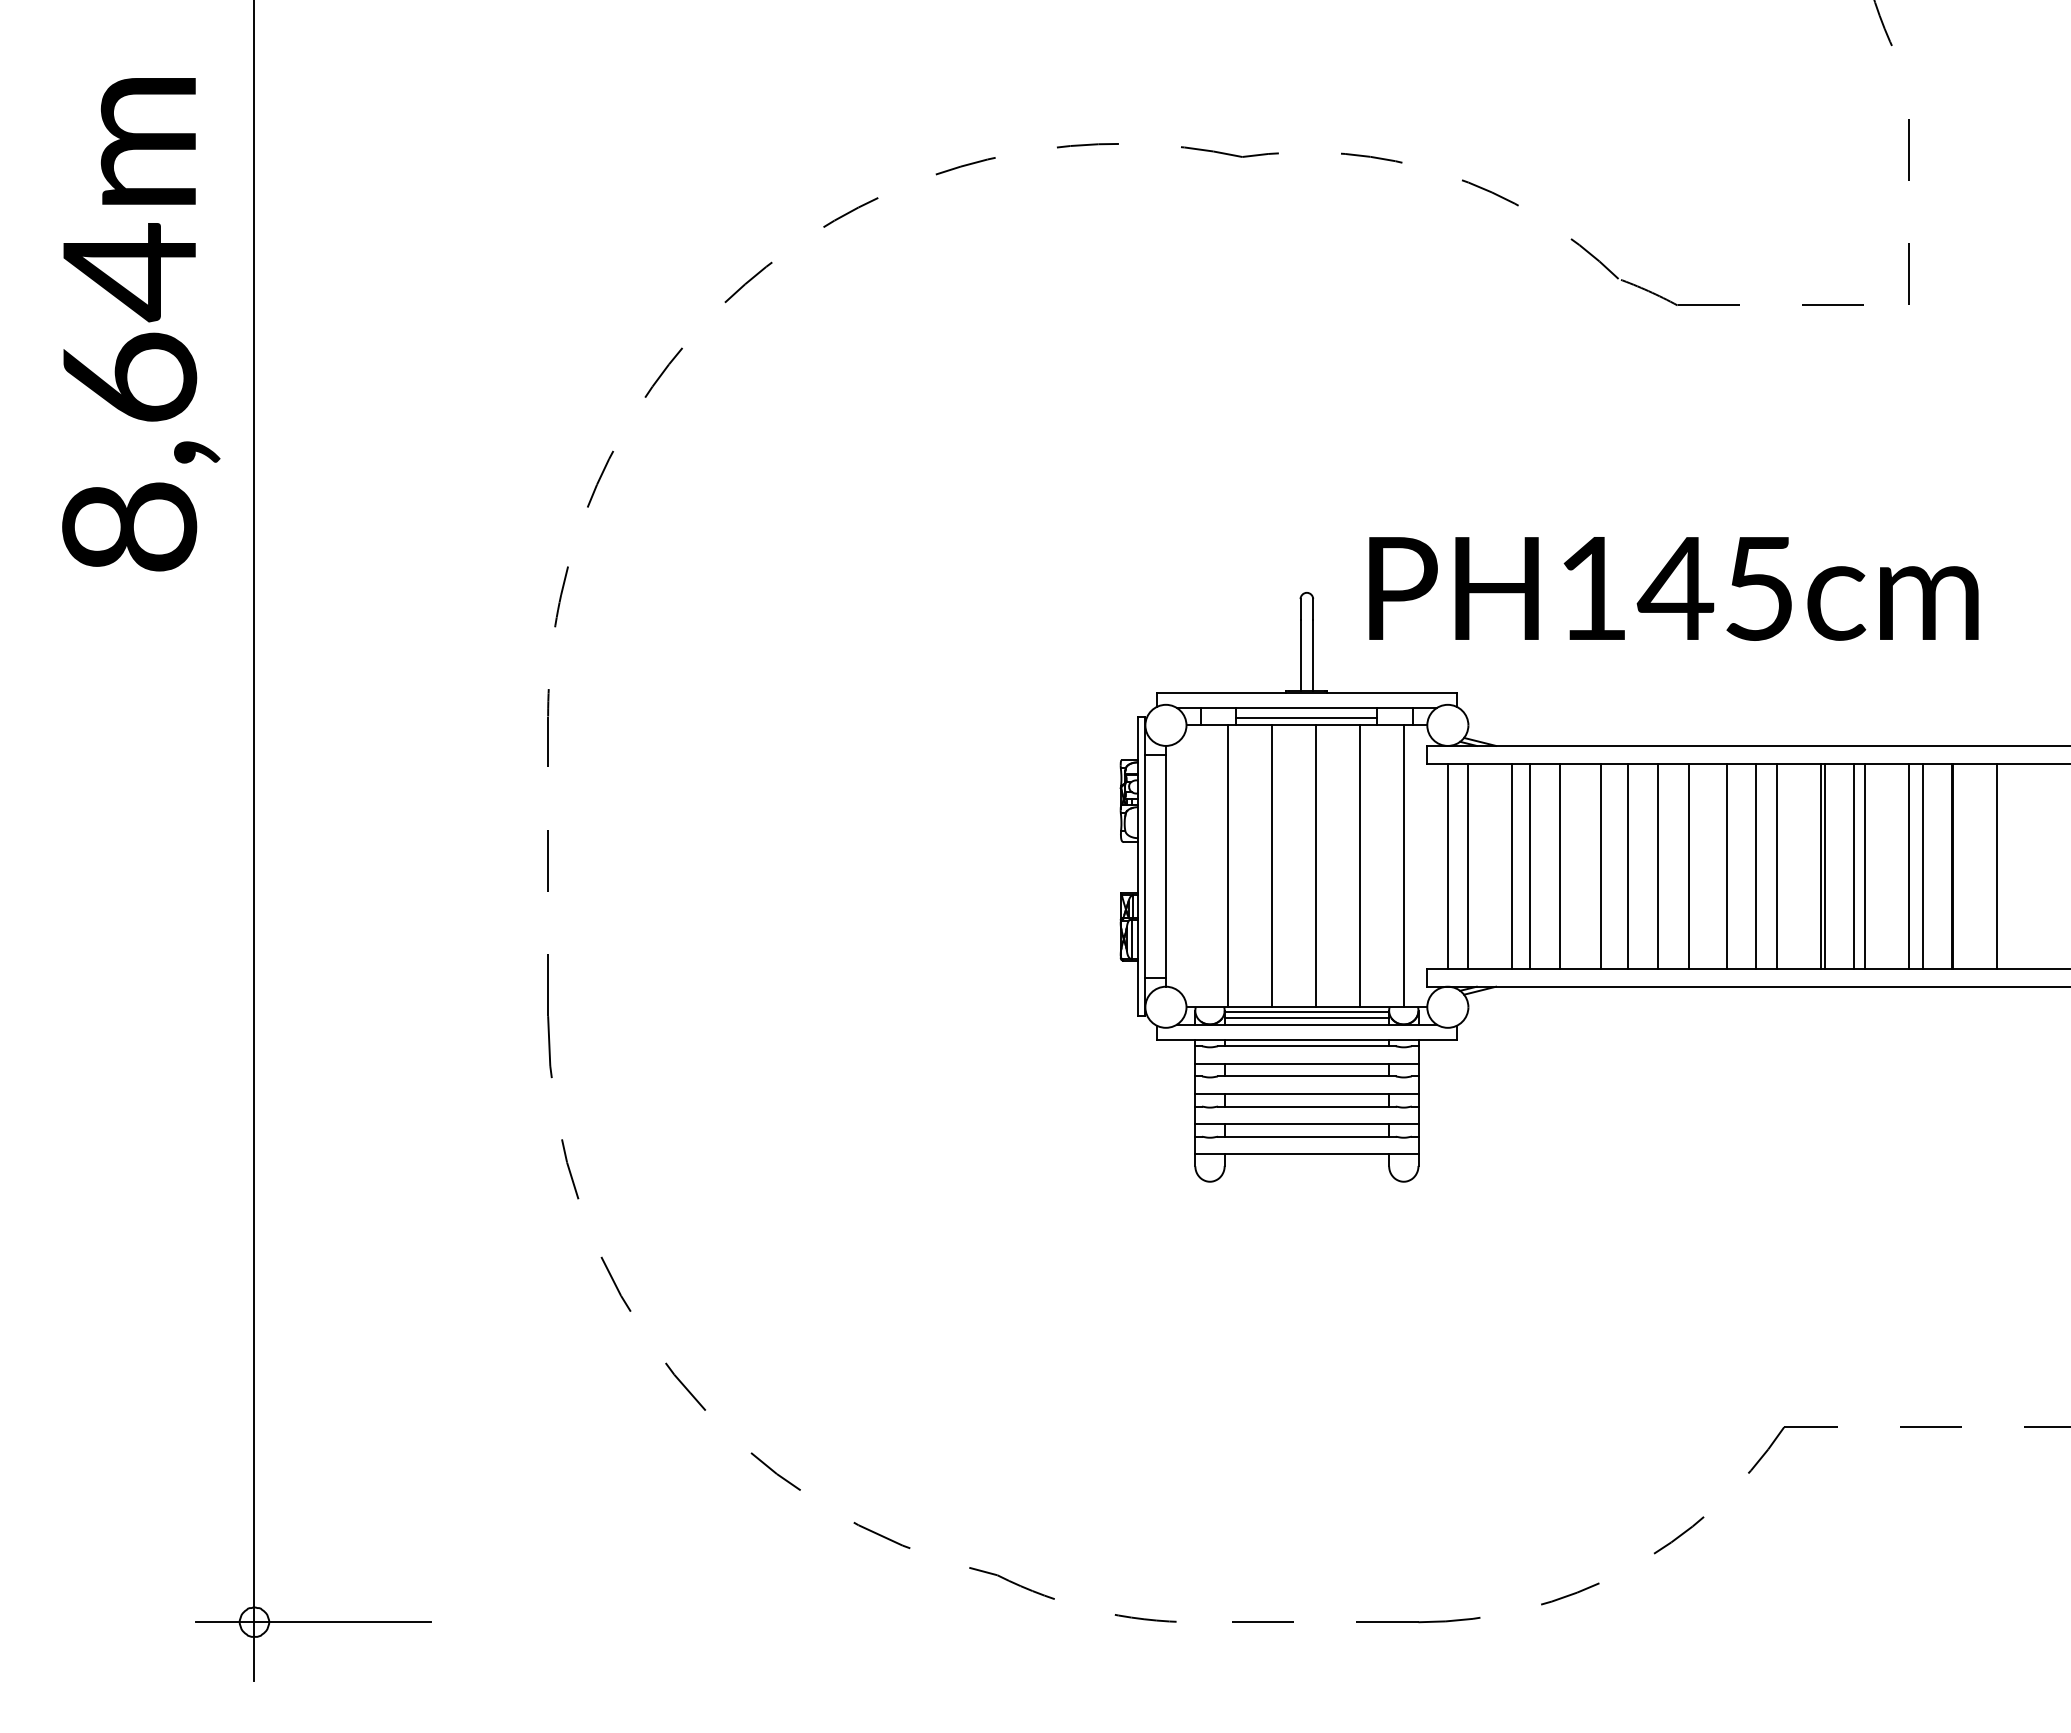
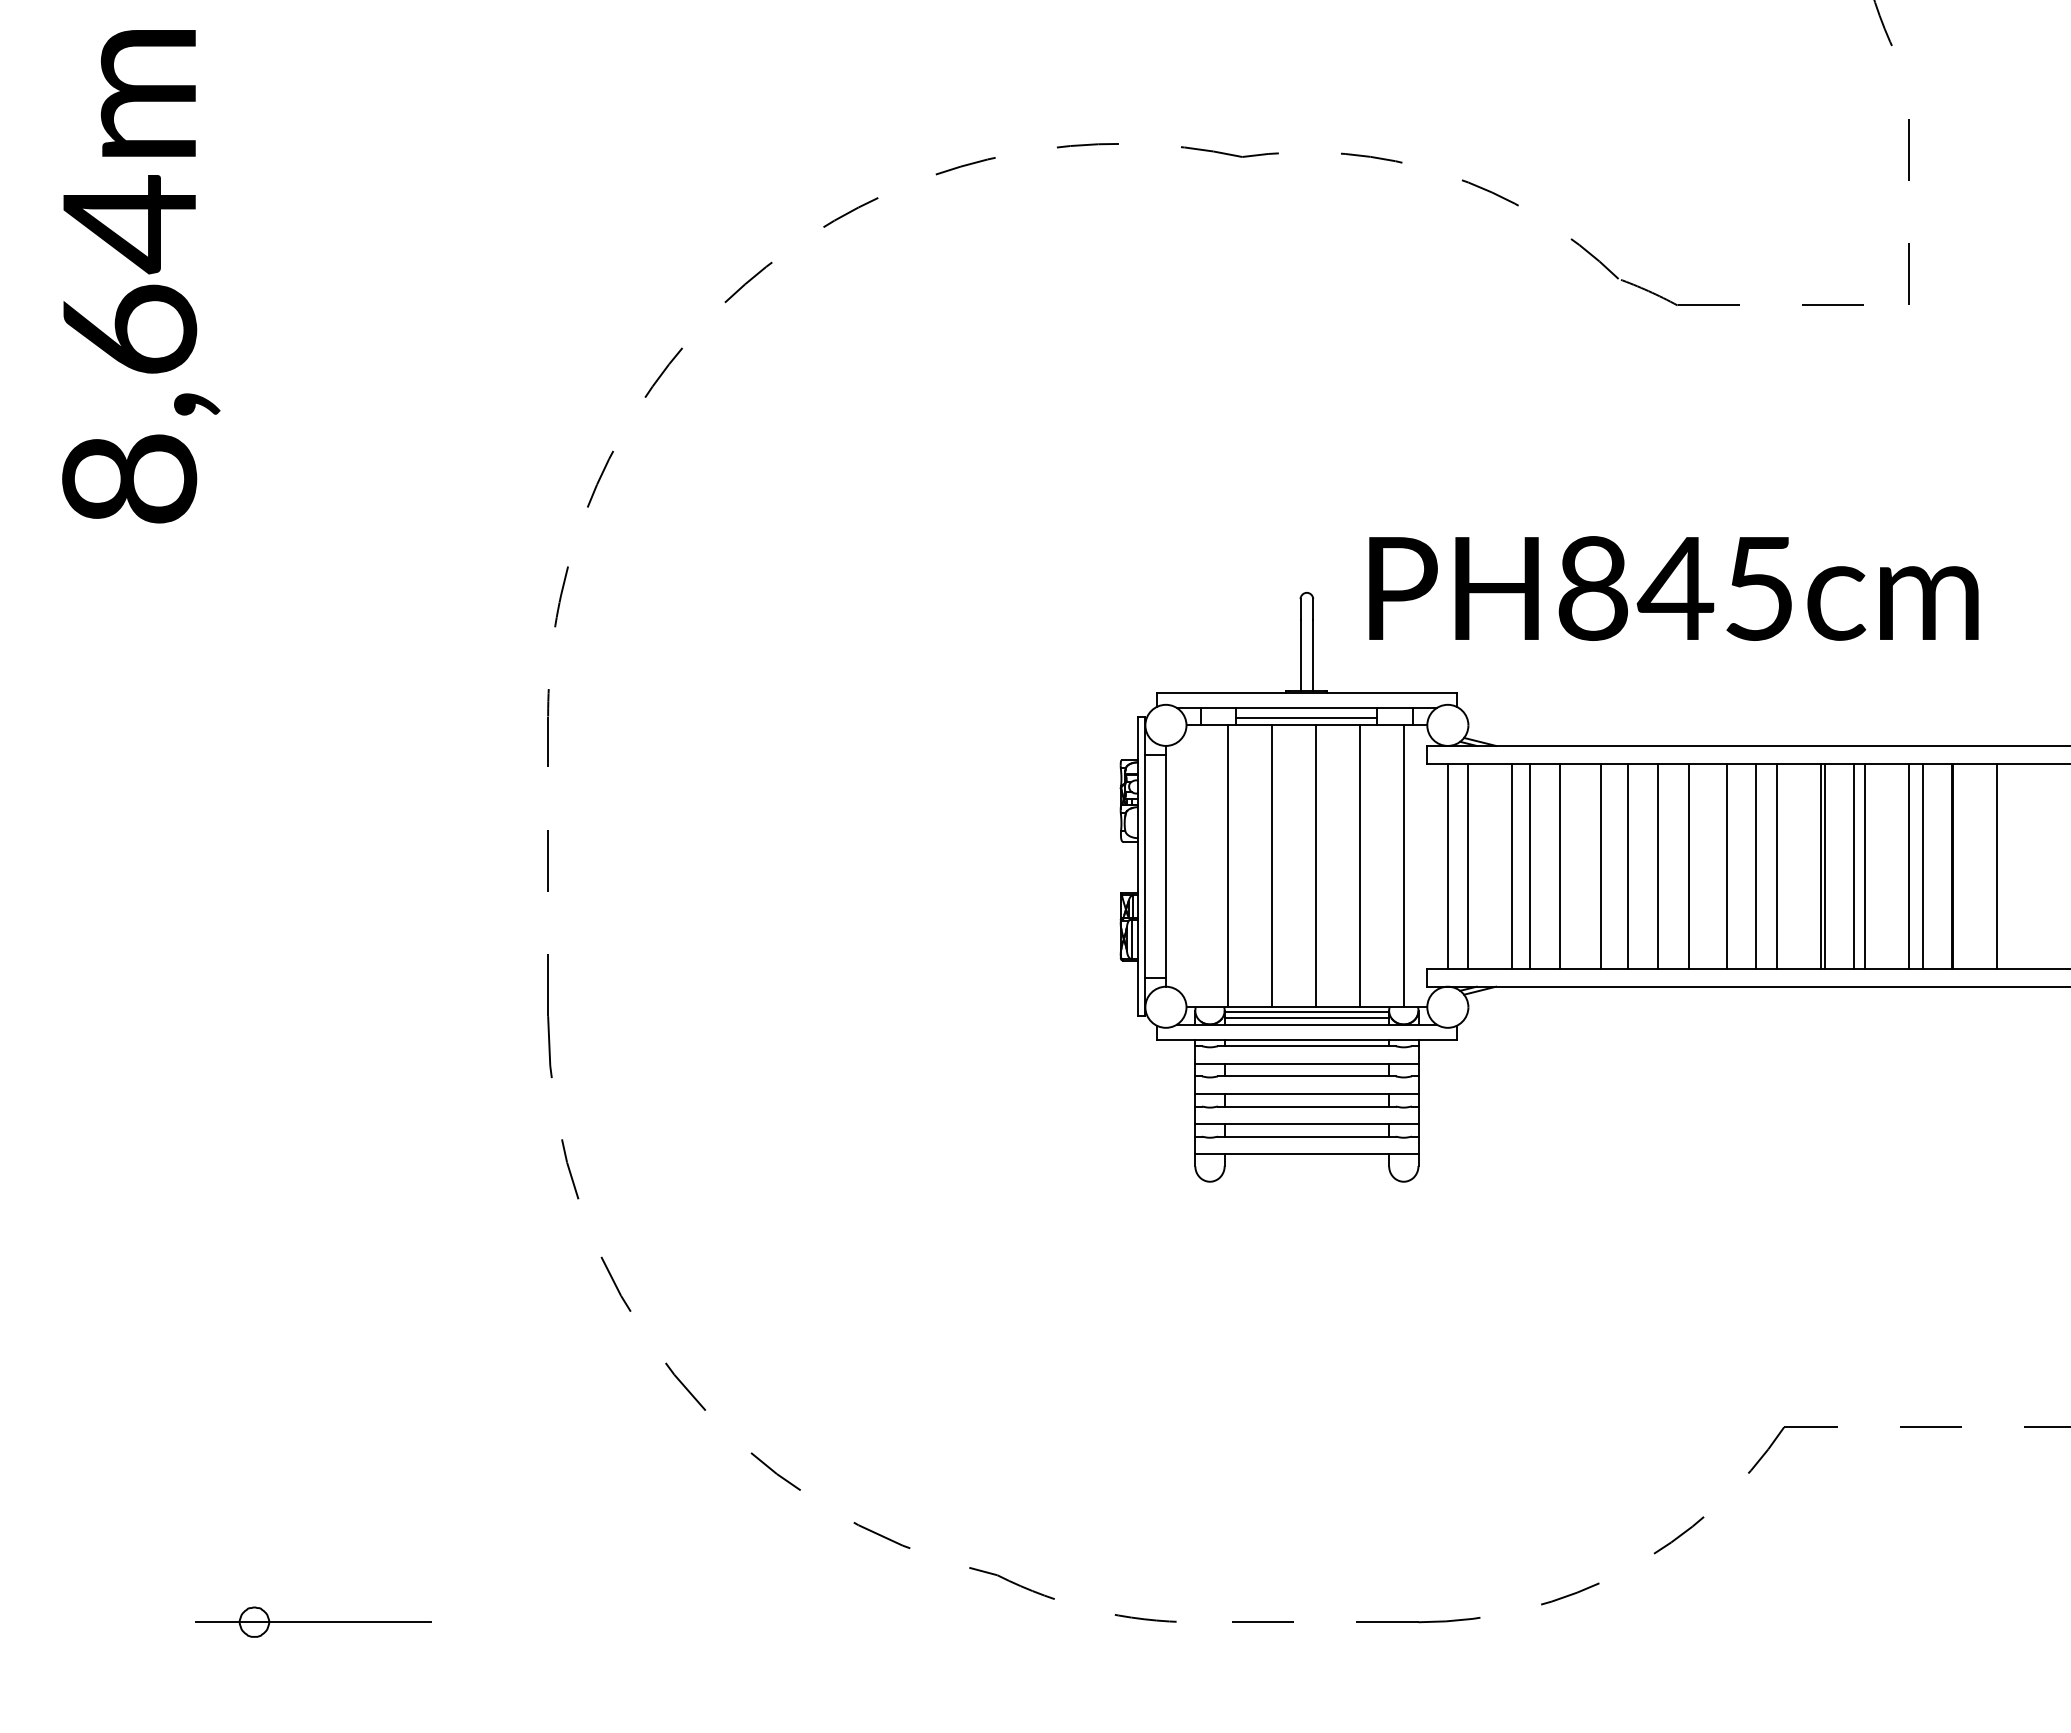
text at (141, 324) position: (141, 324) -> (141, 276)
text at (1592, 588): PH145cm -> PH845cm
line at (254, 841): present -> none
